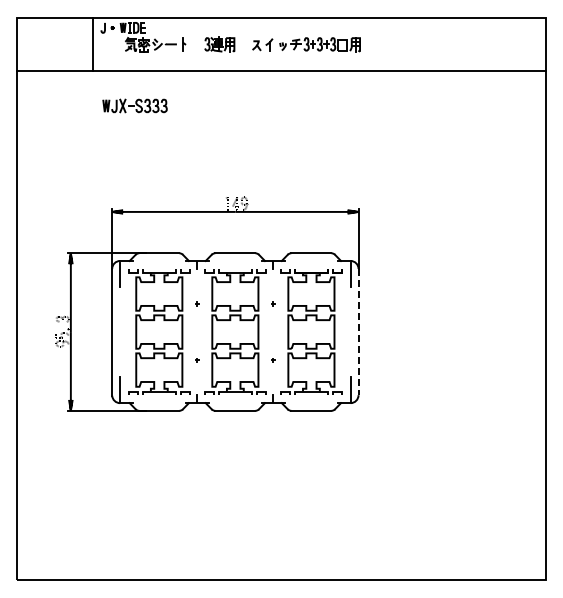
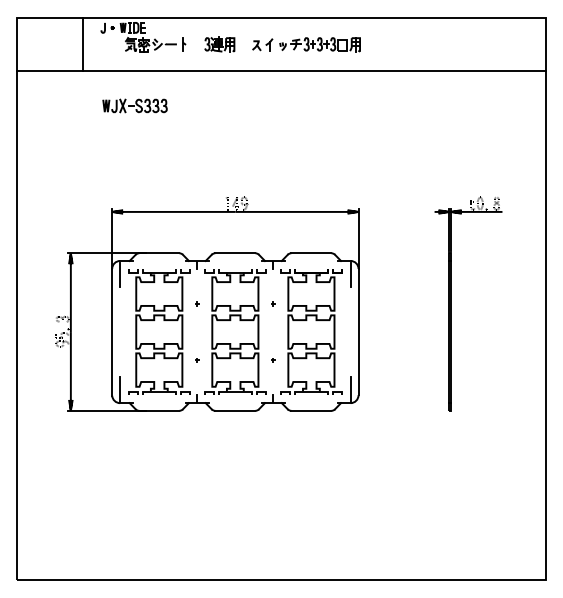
line at (93, 43) position: (93, 43) -> (83, 43)
part at (451, 303): none -> present
line at (358, 332): dashed -> solid
